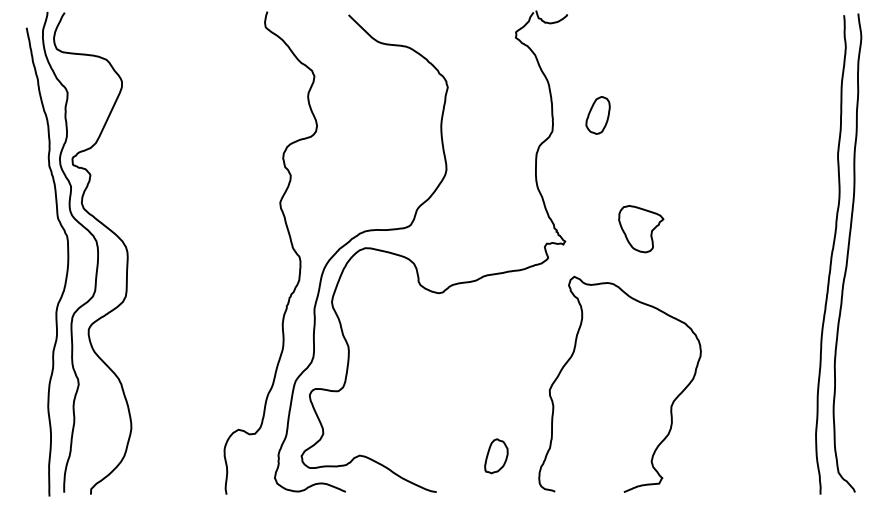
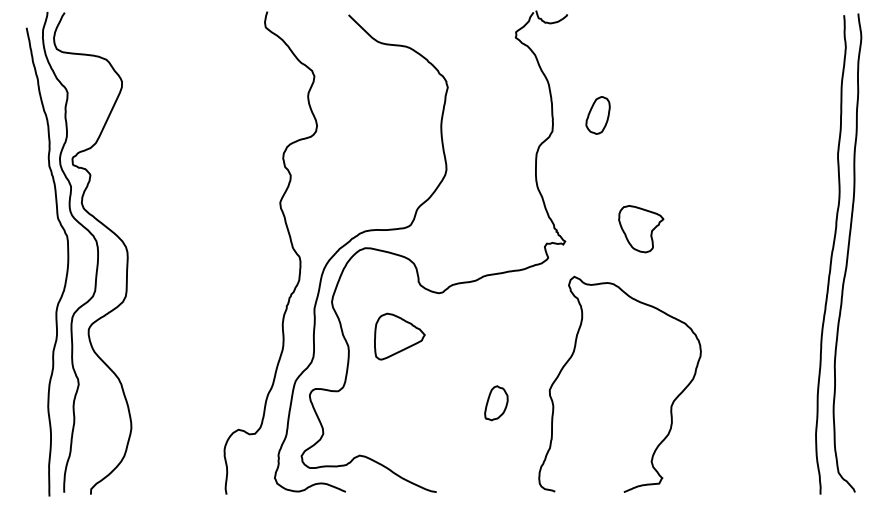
part at (399, 336): none -> present
part at (496, 456) position: (496, 456) -> (496, 403)
